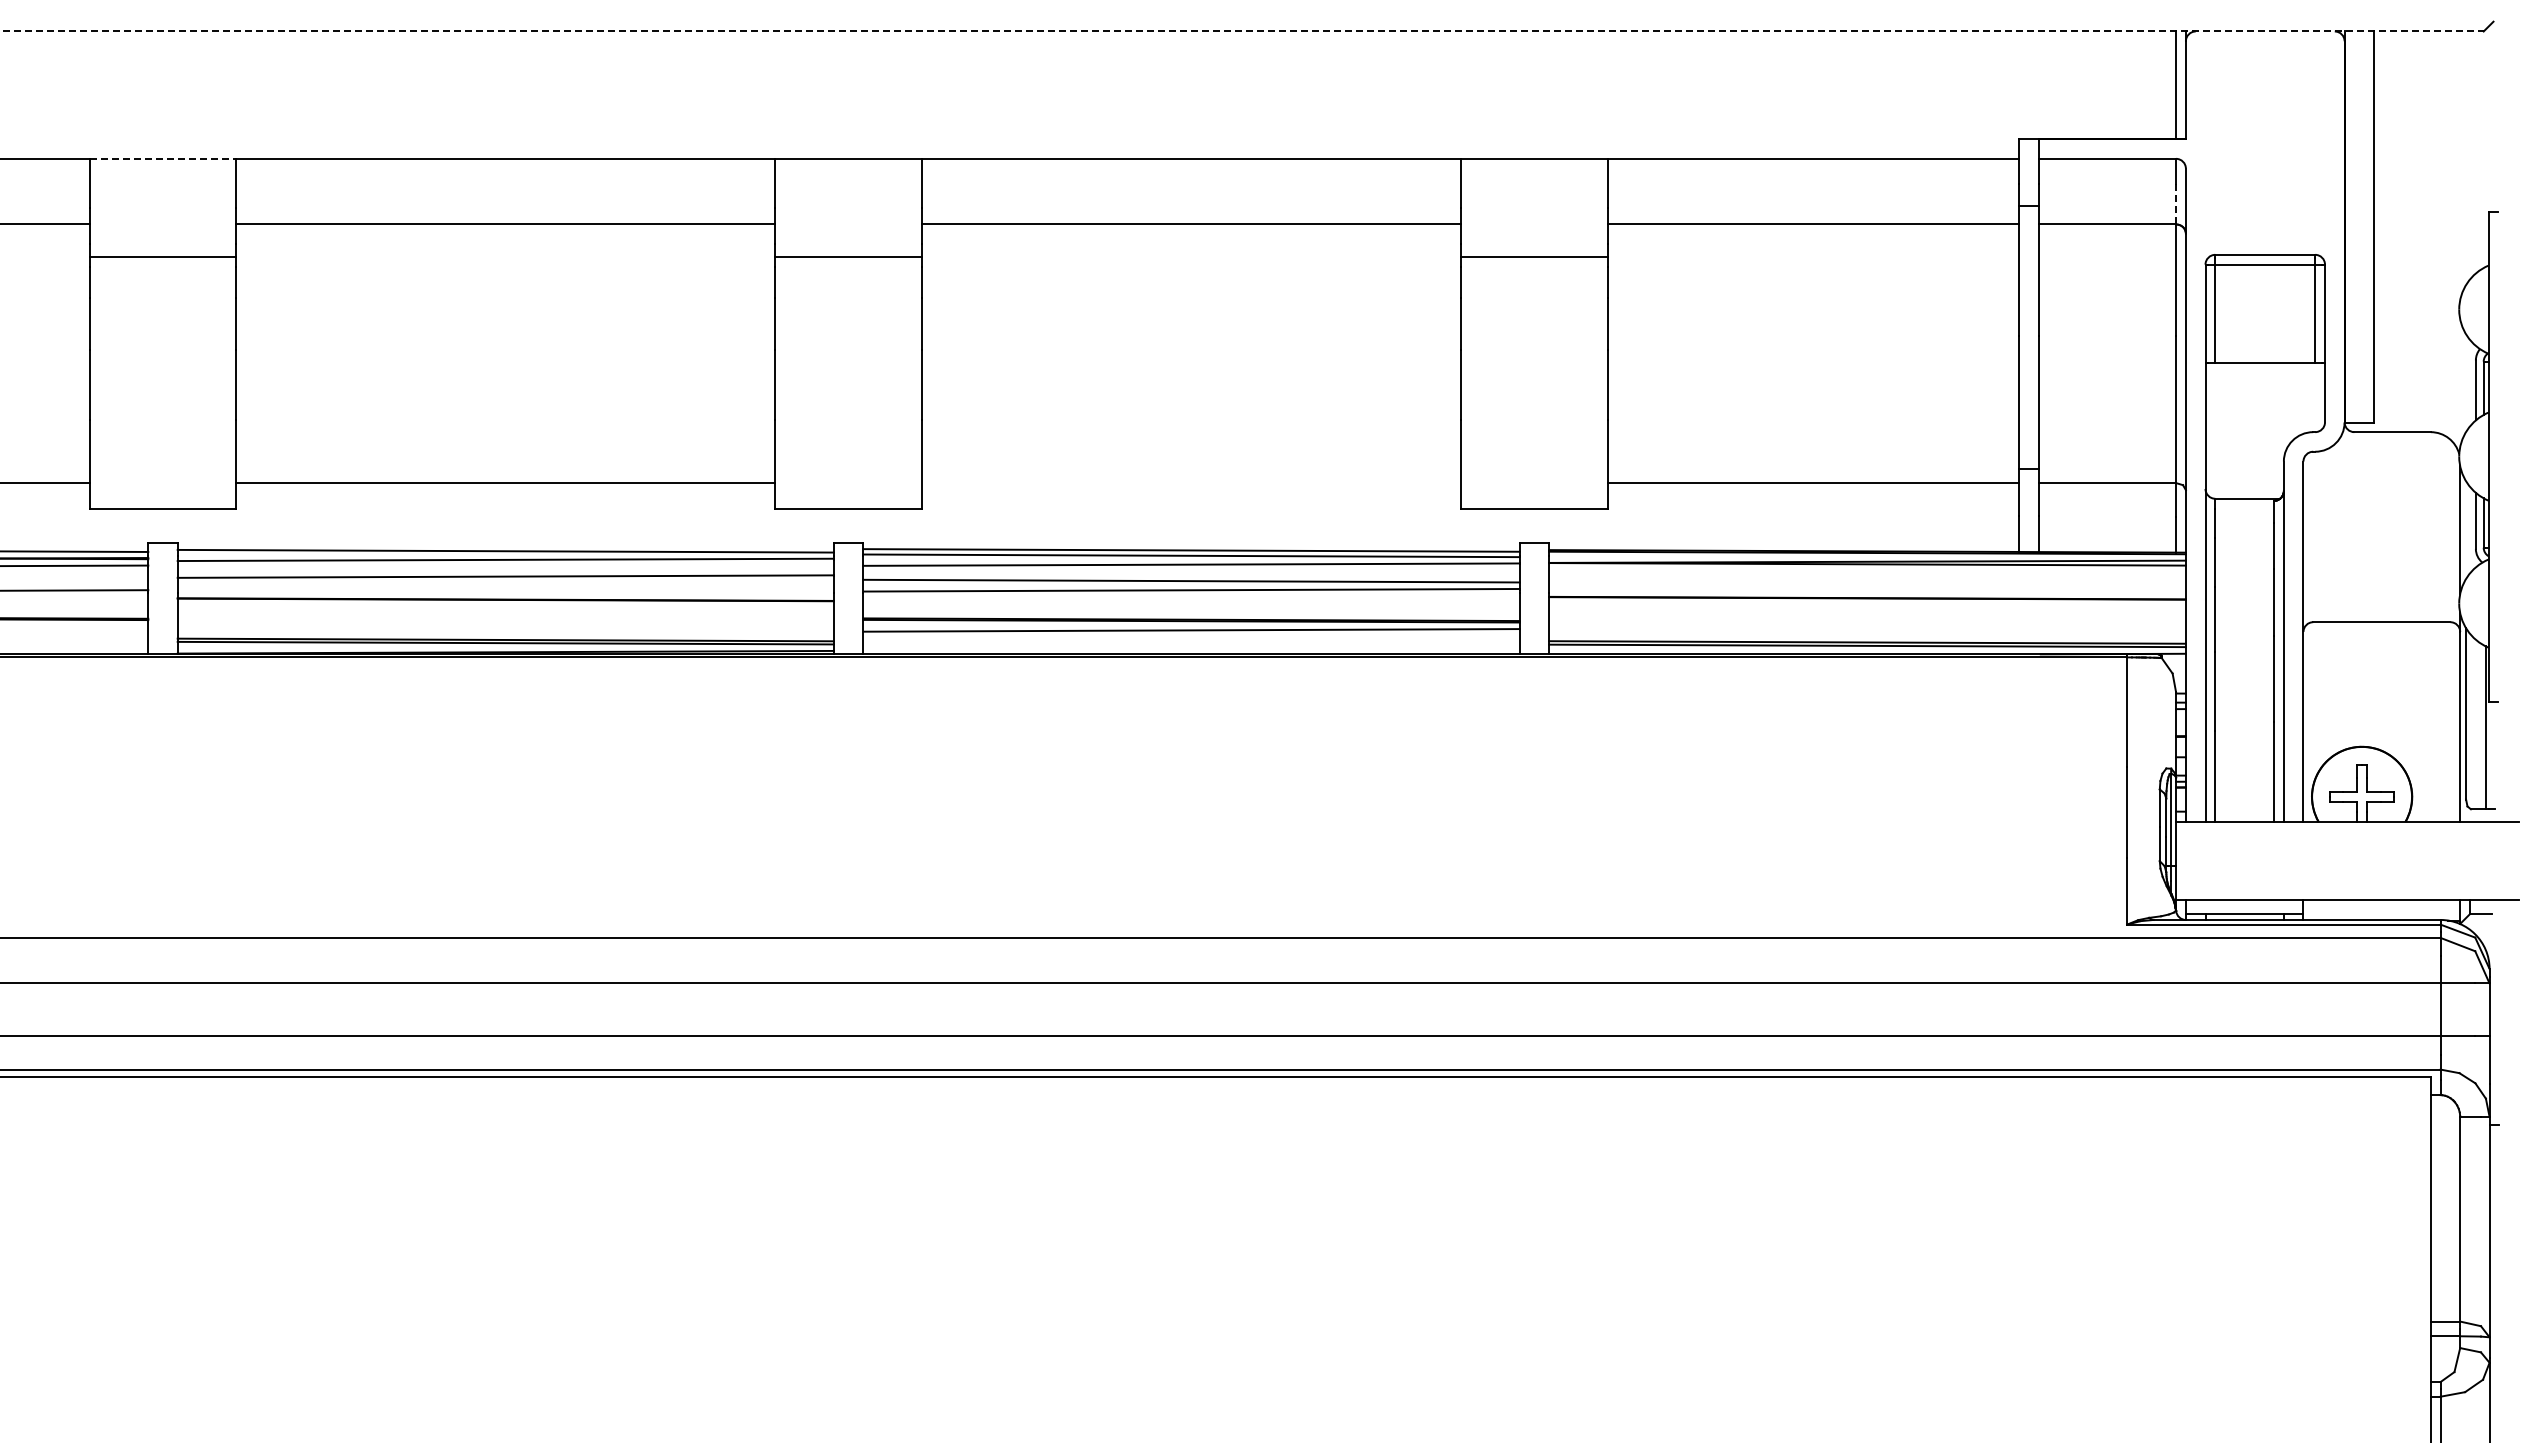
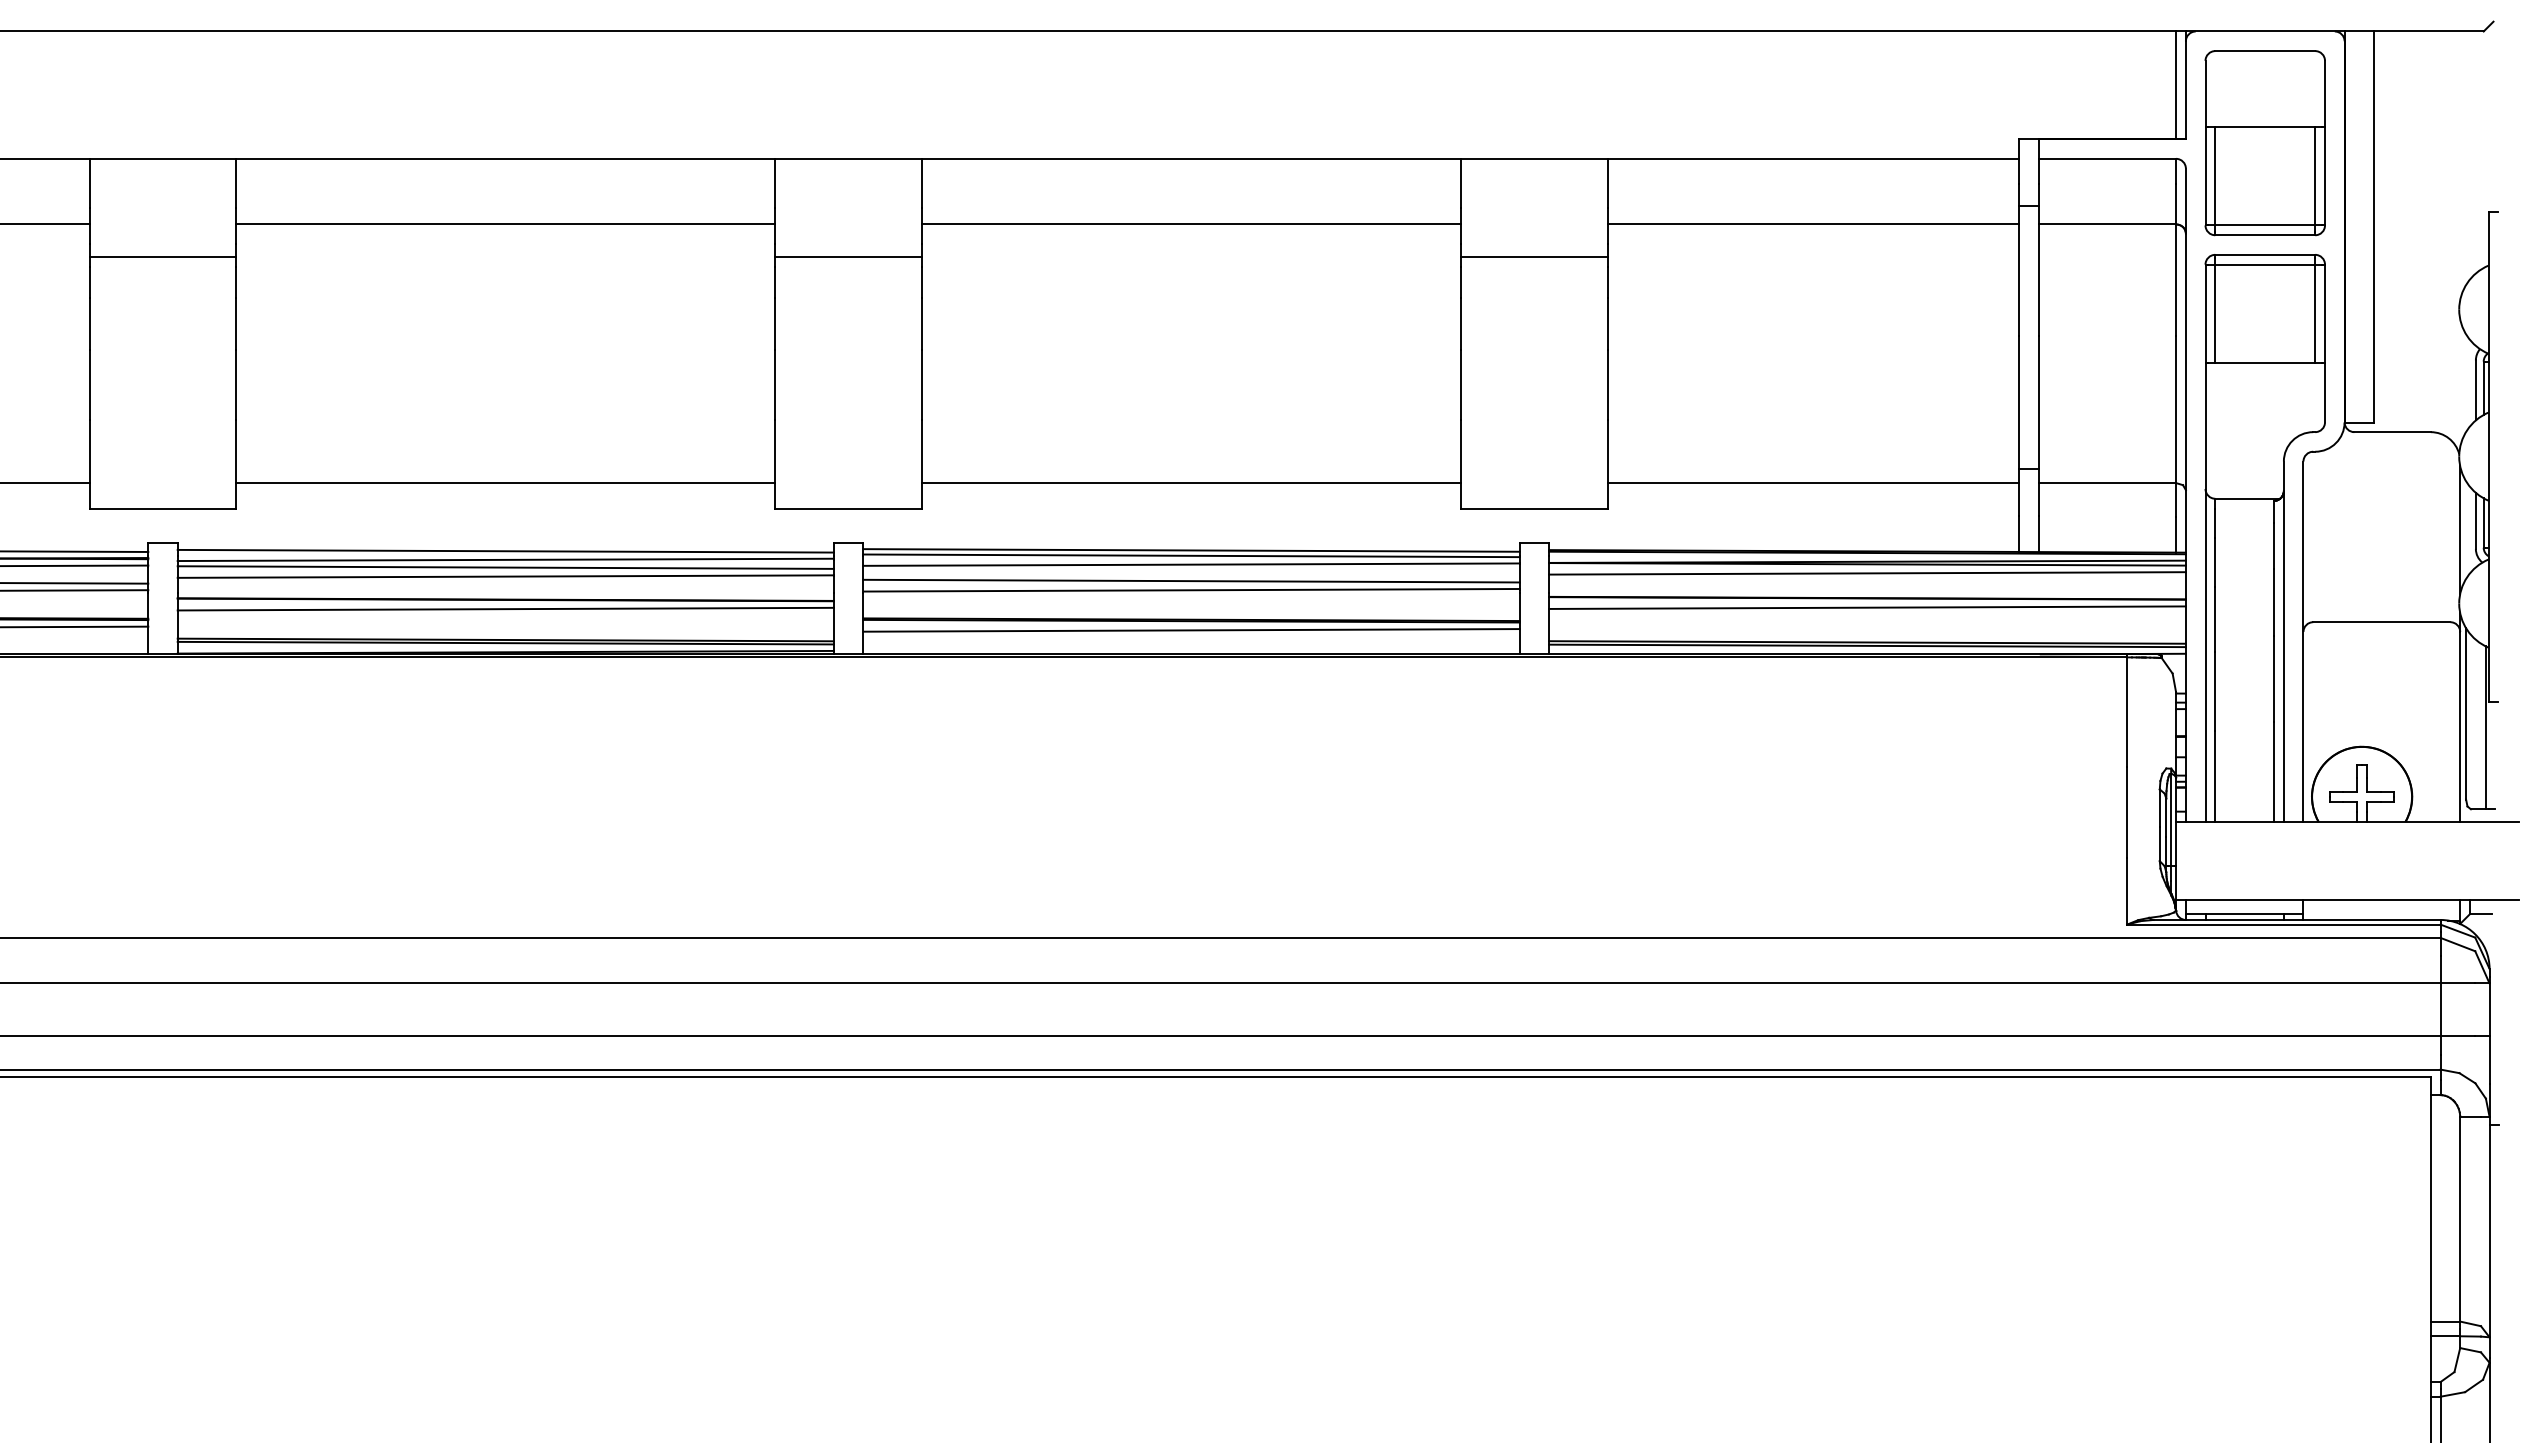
line at (1241, 31): dashed -> solid
part at (2264, 143): none -> present
line at (163, 158): dashed -> solid
line at (2176, 203): dashed -> solid
line at (1191, 483): none -> present
line at (505, 567): none -> present
line at (1867, 573): none -> present
line at (75, 583): none -> present
line at (1867, 607): none -> present
line at (505, 608): none -> present
line at (75, 626): none -> present
